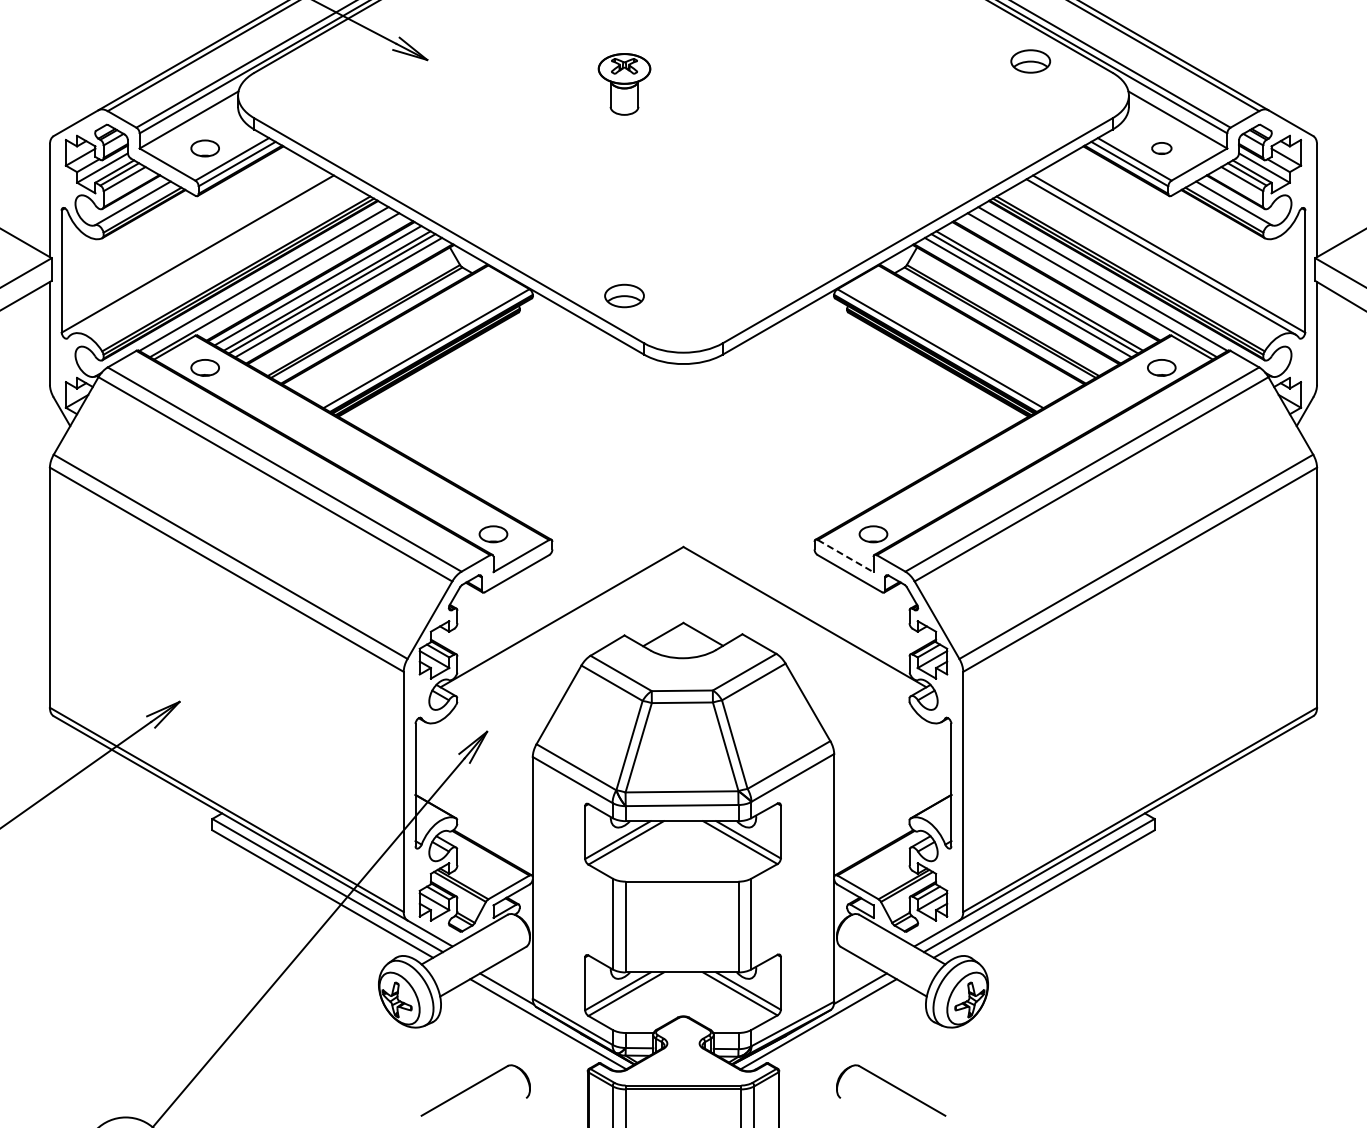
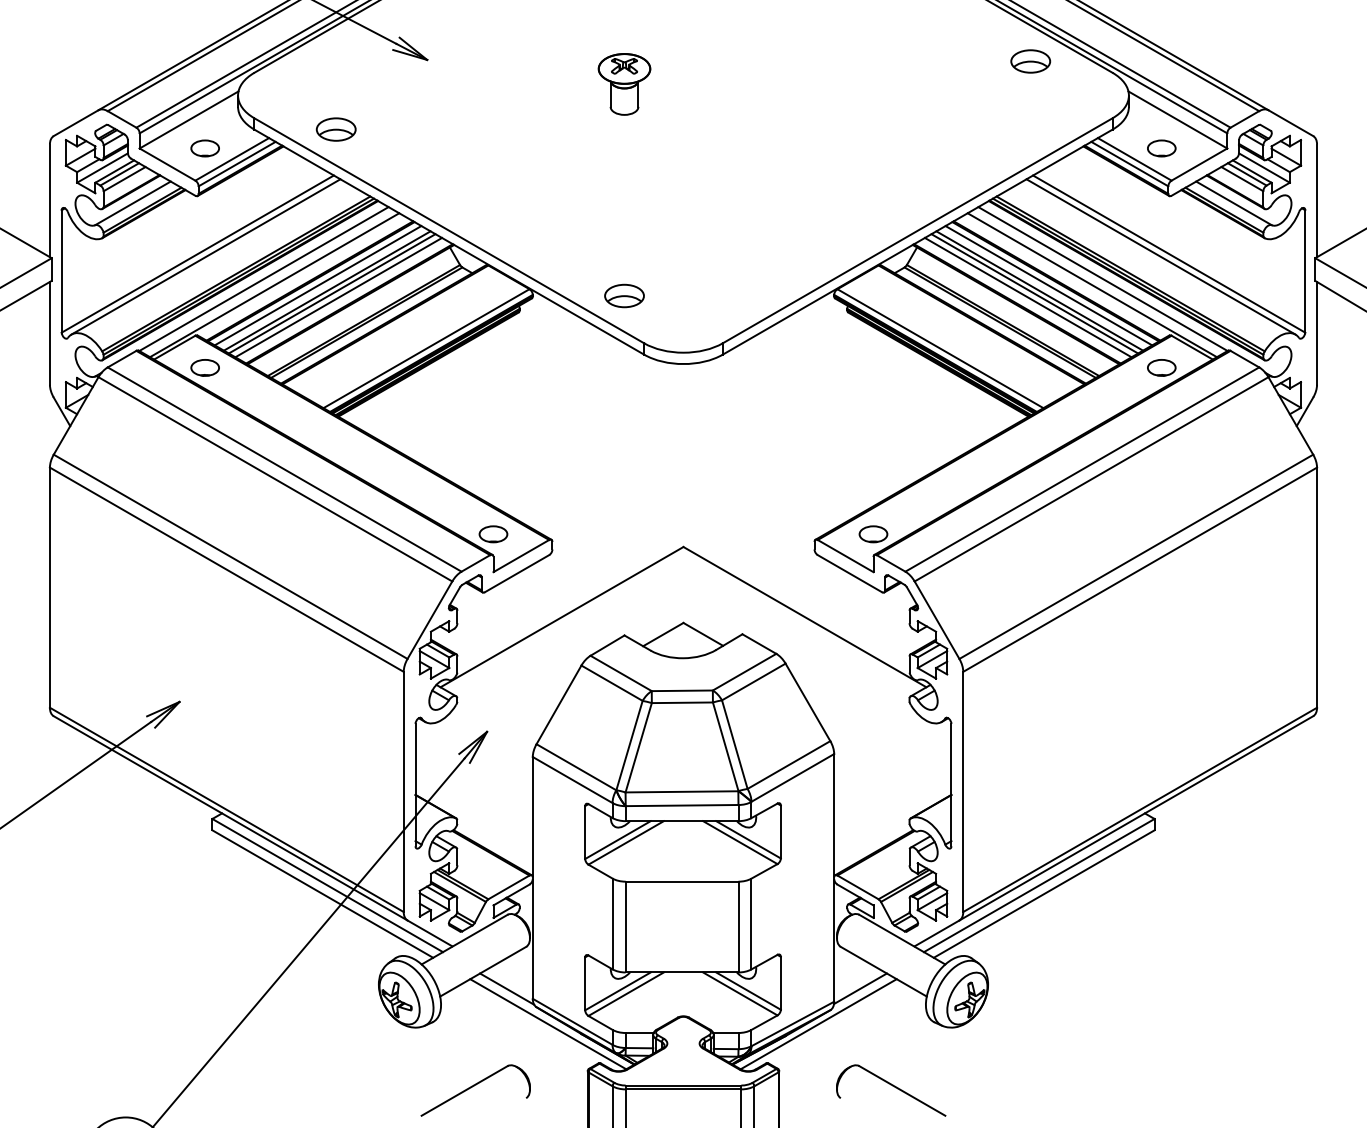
part at (335, 129): none -> present
part at (1161, 148) size: 22x13 px -> 30x19 px
line at (205, 256): none -> present
line at (1048, 285): none -> present
line at (846, 556): dashed -> solid
